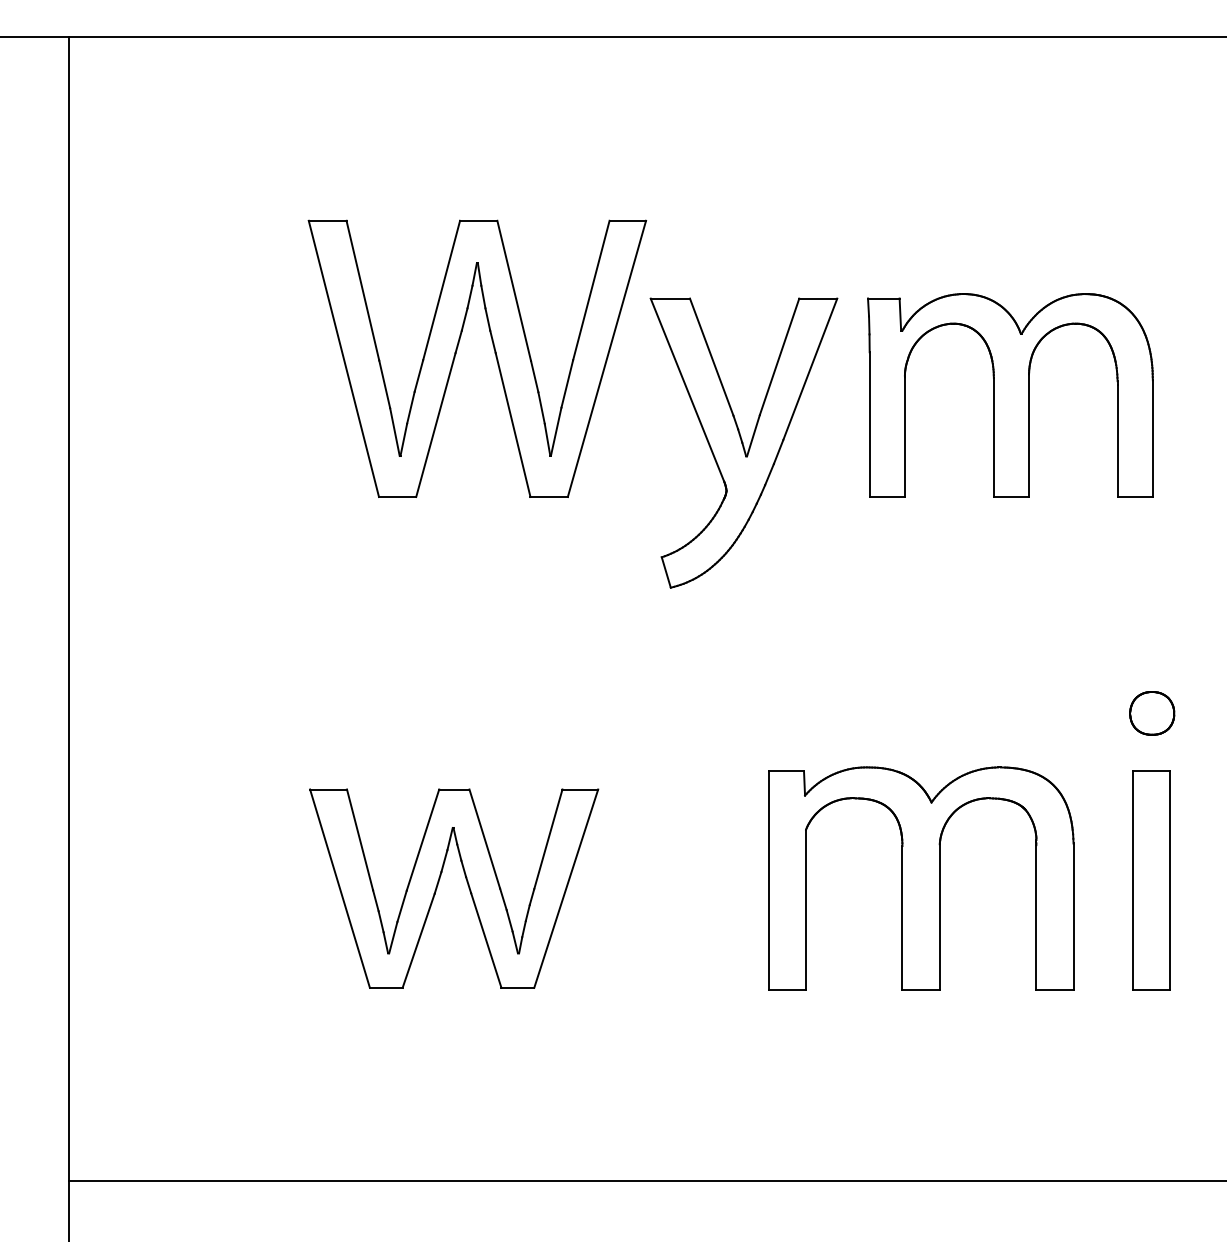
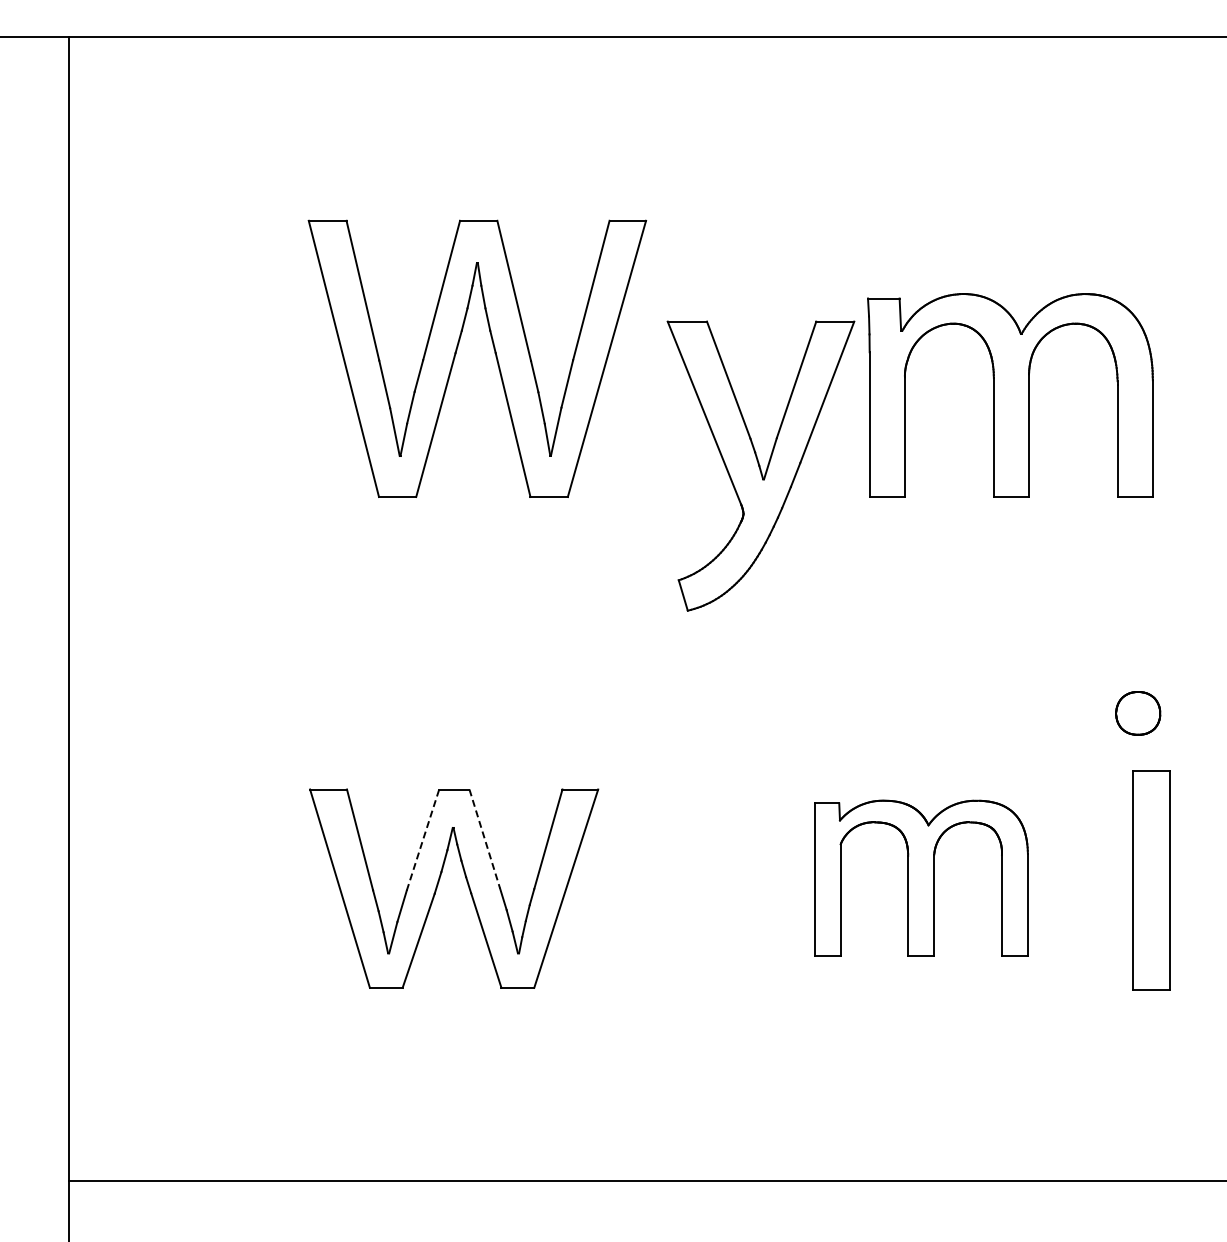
part at (743, 442) position: (743, 442) -> (760, 465)
part at (1152, 713) position: (1152, 713) -> (1138, 713)
line at (423, 839): solid -> dashed
line at (484, 839): solid -> dashed
part at (921, 878) size: 307x225 px -> 215x158 px
